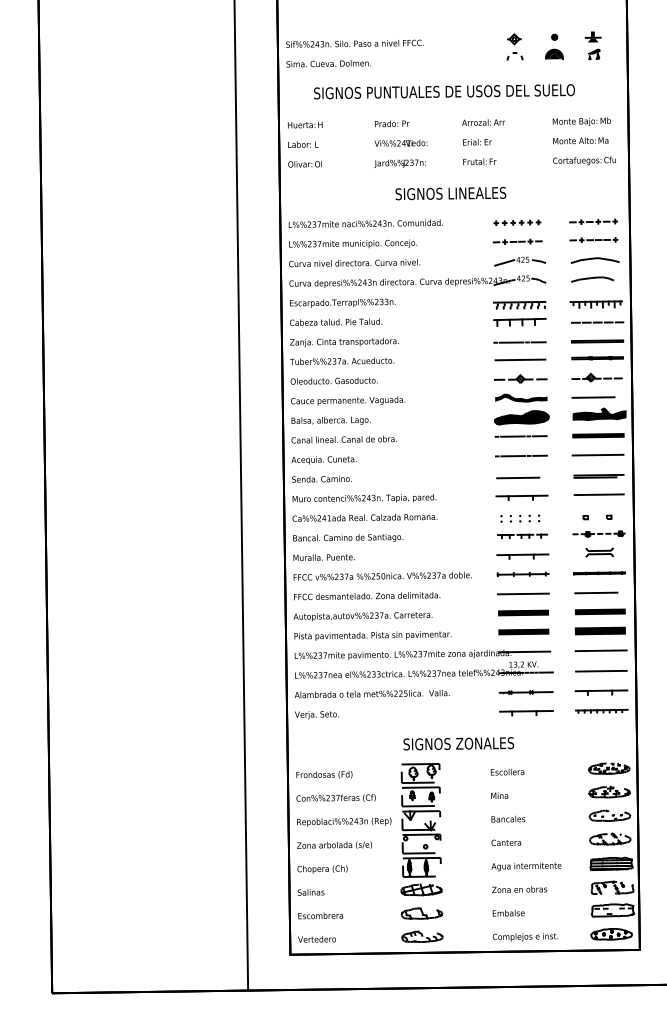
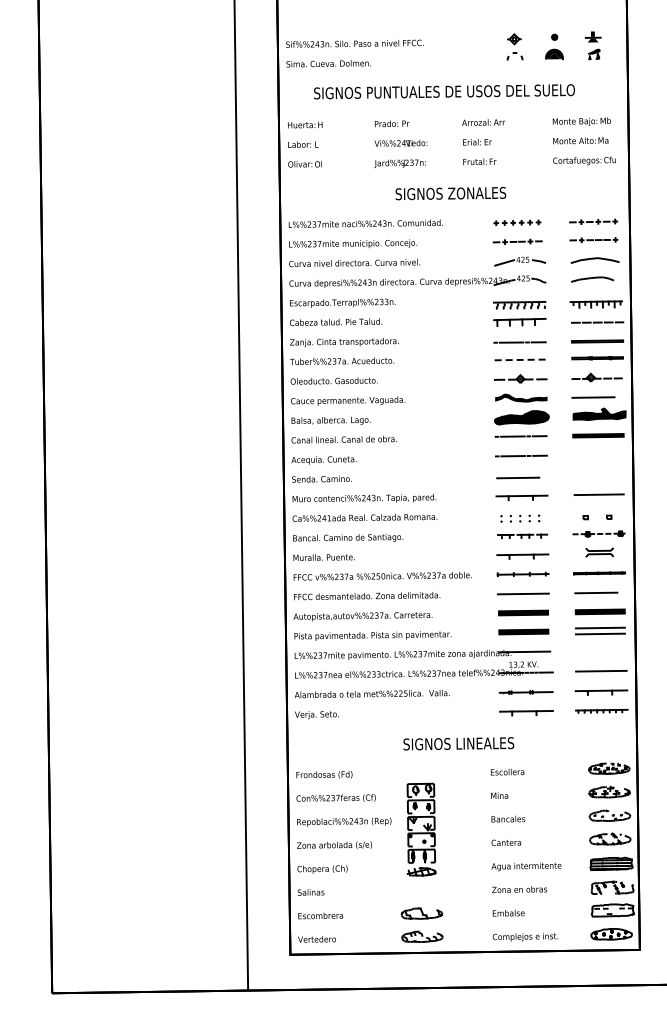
text at (461, 193): SIGNOS LINEALES -> SIGNOS ZONALES
line at (520, 359): solid -> dashed
line at (597, 454): present -> none
line at (598, 476): present -> none
fill at (599, 630): present -> none
line at (600, 650): present -> none
text at (469, 743): SIGNOS ZONALES -> SIGNOS LINEALES
part at (421, 829) size: 43x134 px -> 31x95 px
